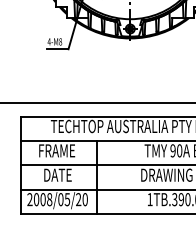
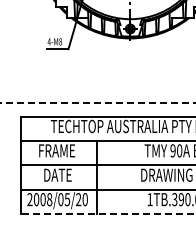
line at (98, 102): solid -> dashed
line at (108, 214): solid -> dashed
